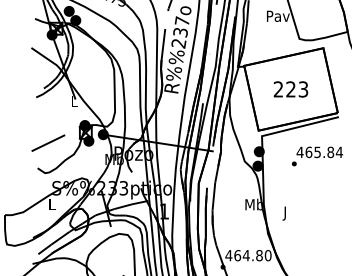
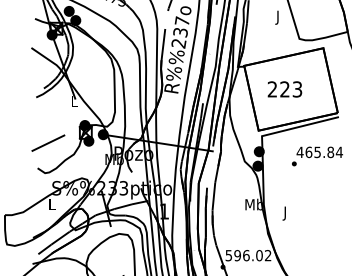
text at (278, 17): Pav -> J
text at (290, 89) position: (290, 89) -> (284, 89)
text at (248, 255): 464.80 -> 596.02
